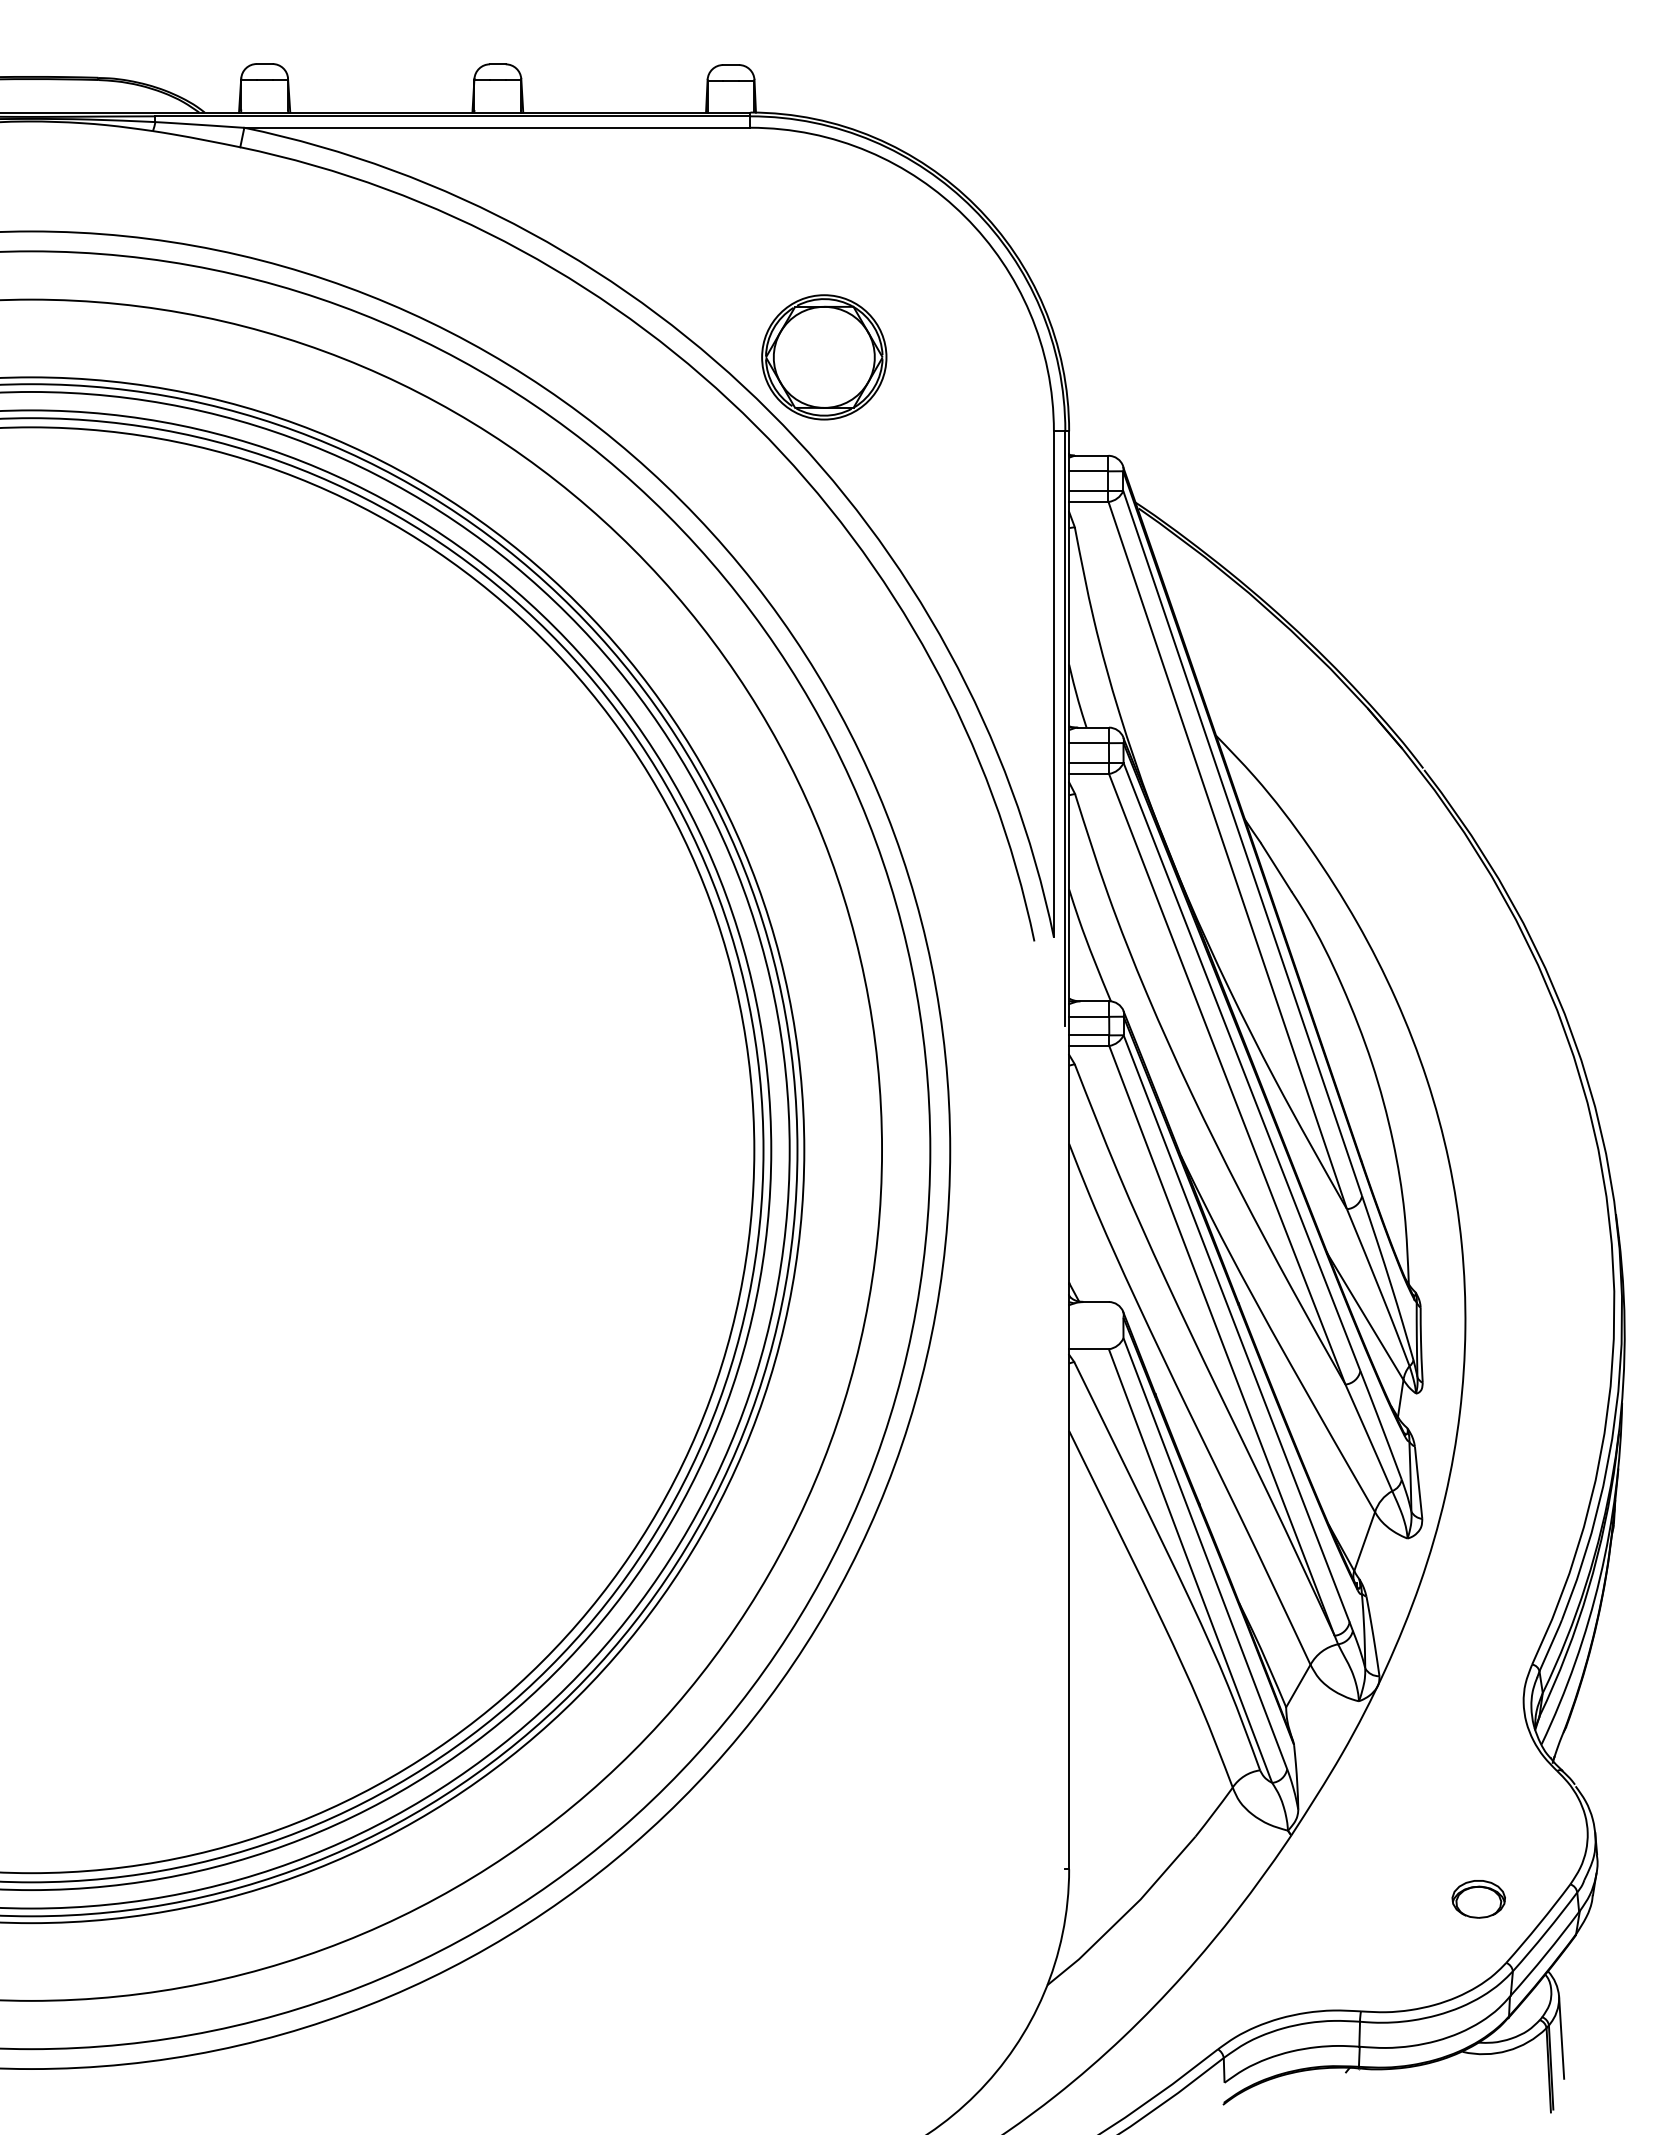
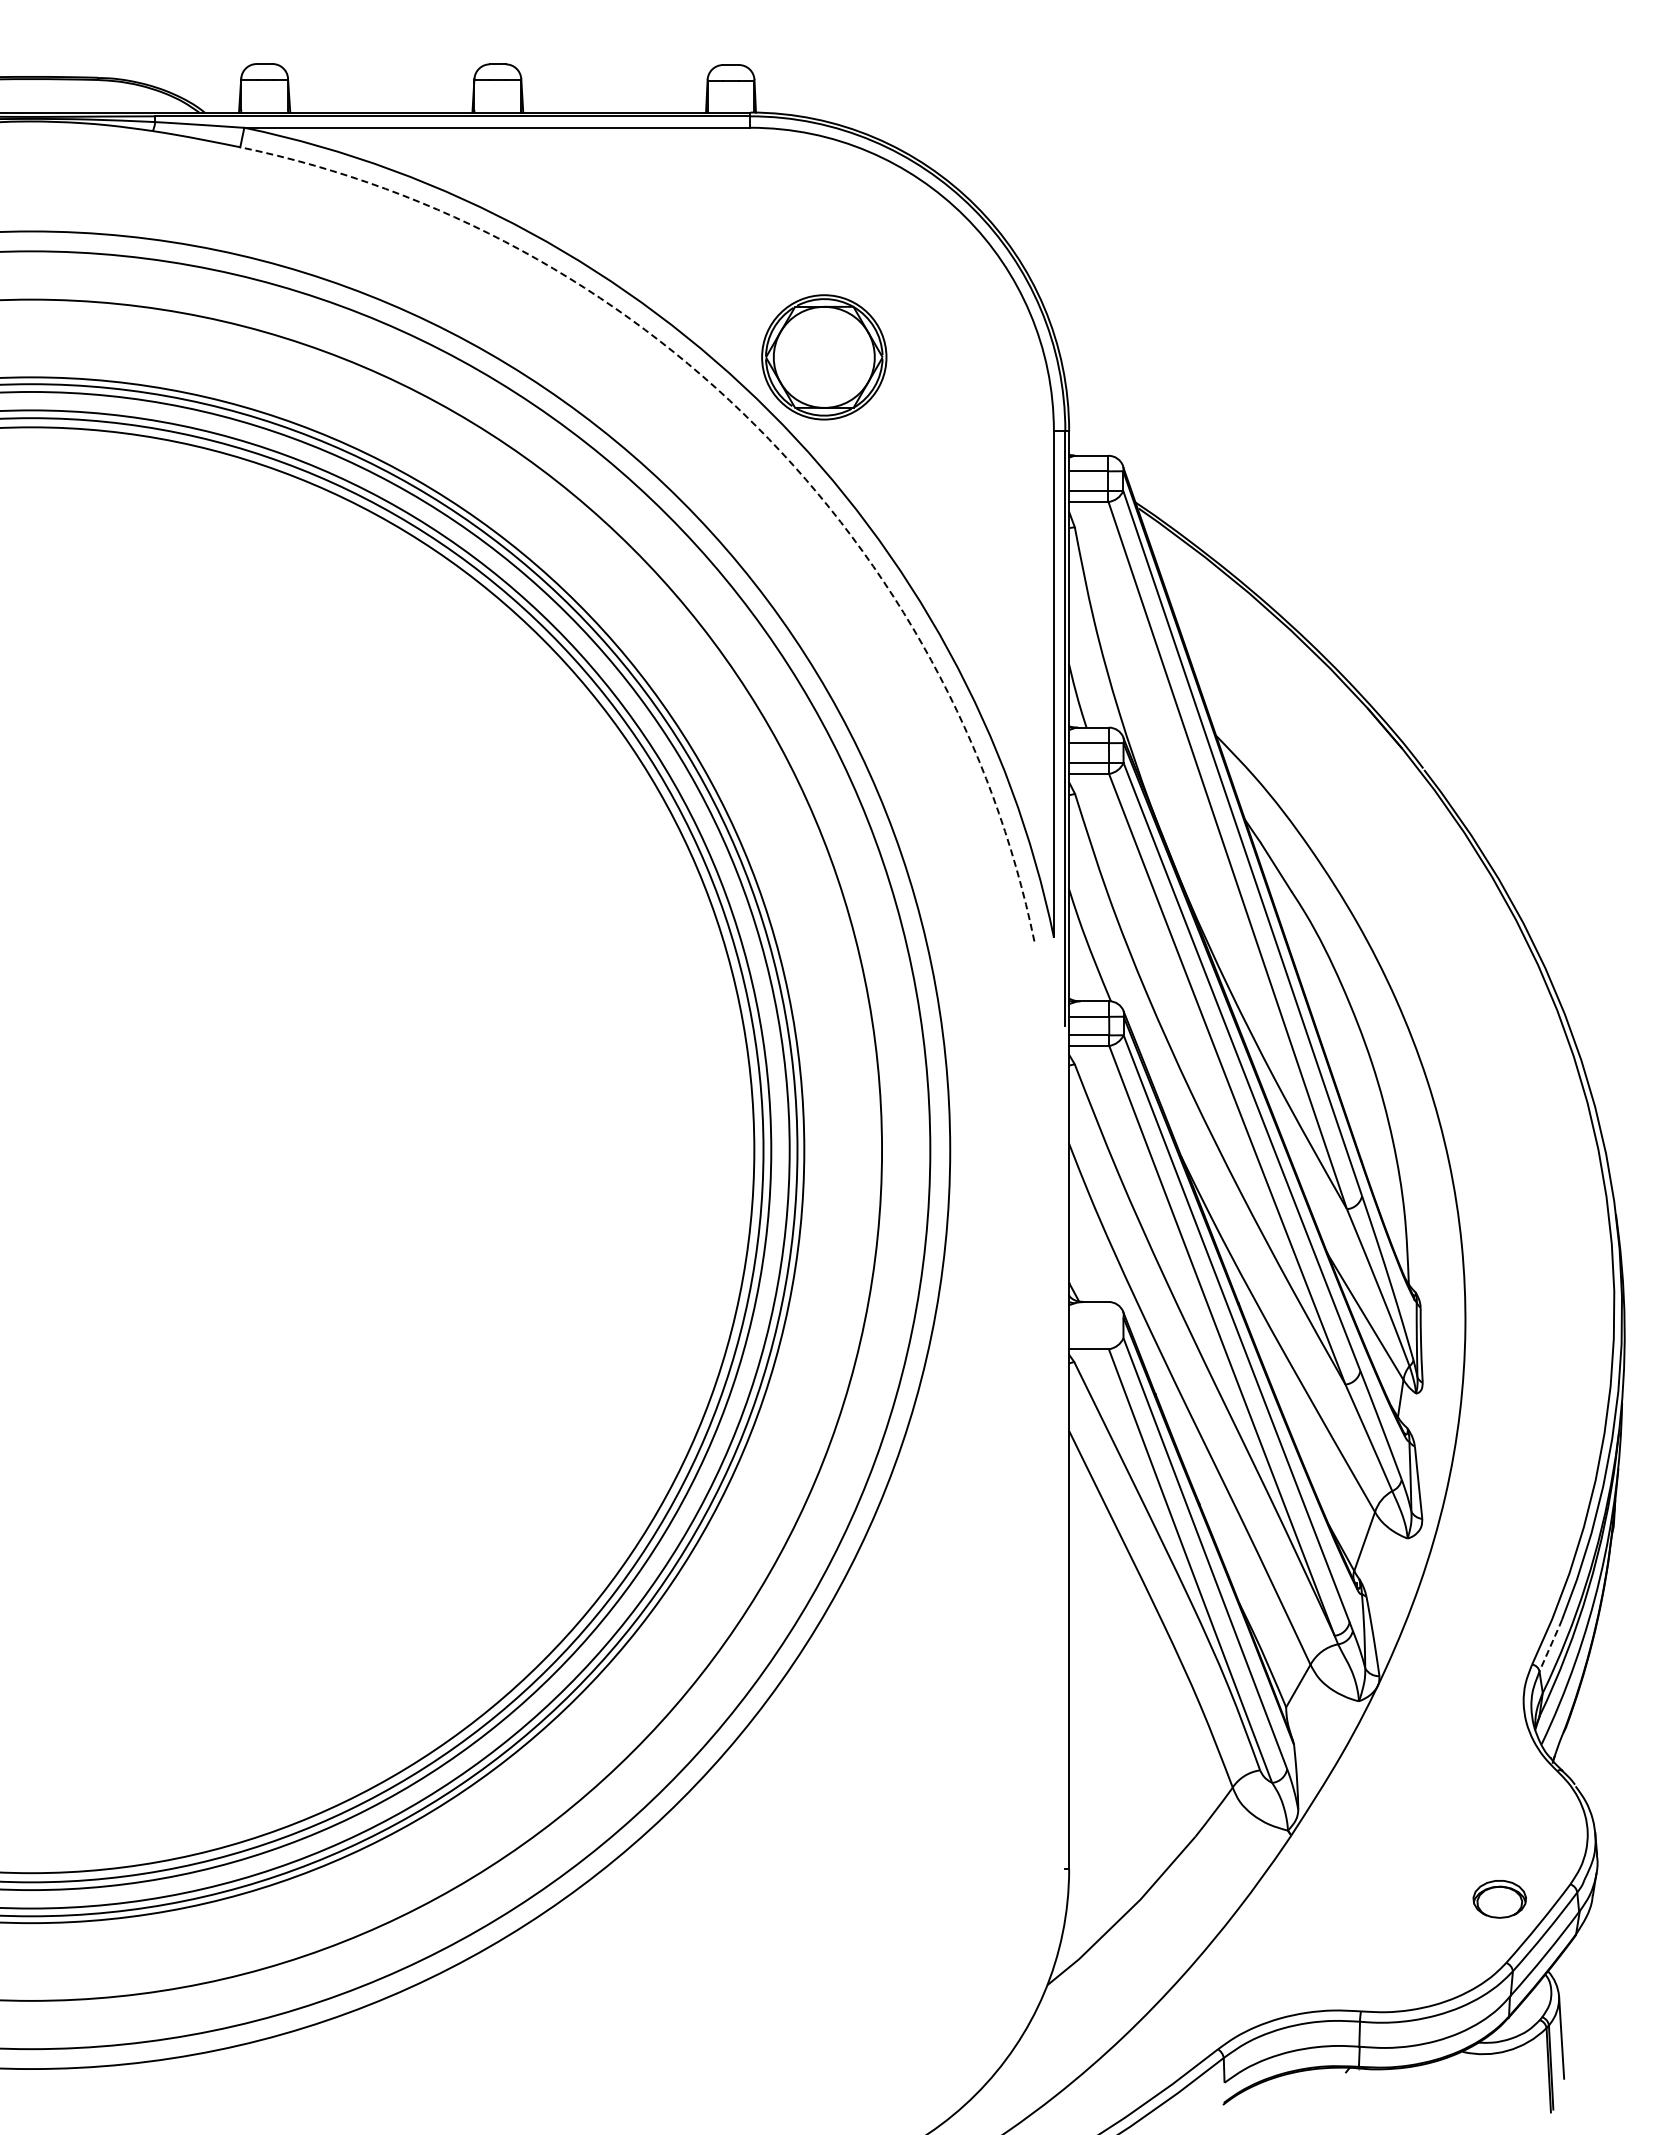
arc at (755, 425): solid -> dashed
line at (1551, 1644): solid -> dashed
part at (1478, 1899) position: (1478, 1899) -> (1499, 1899)
